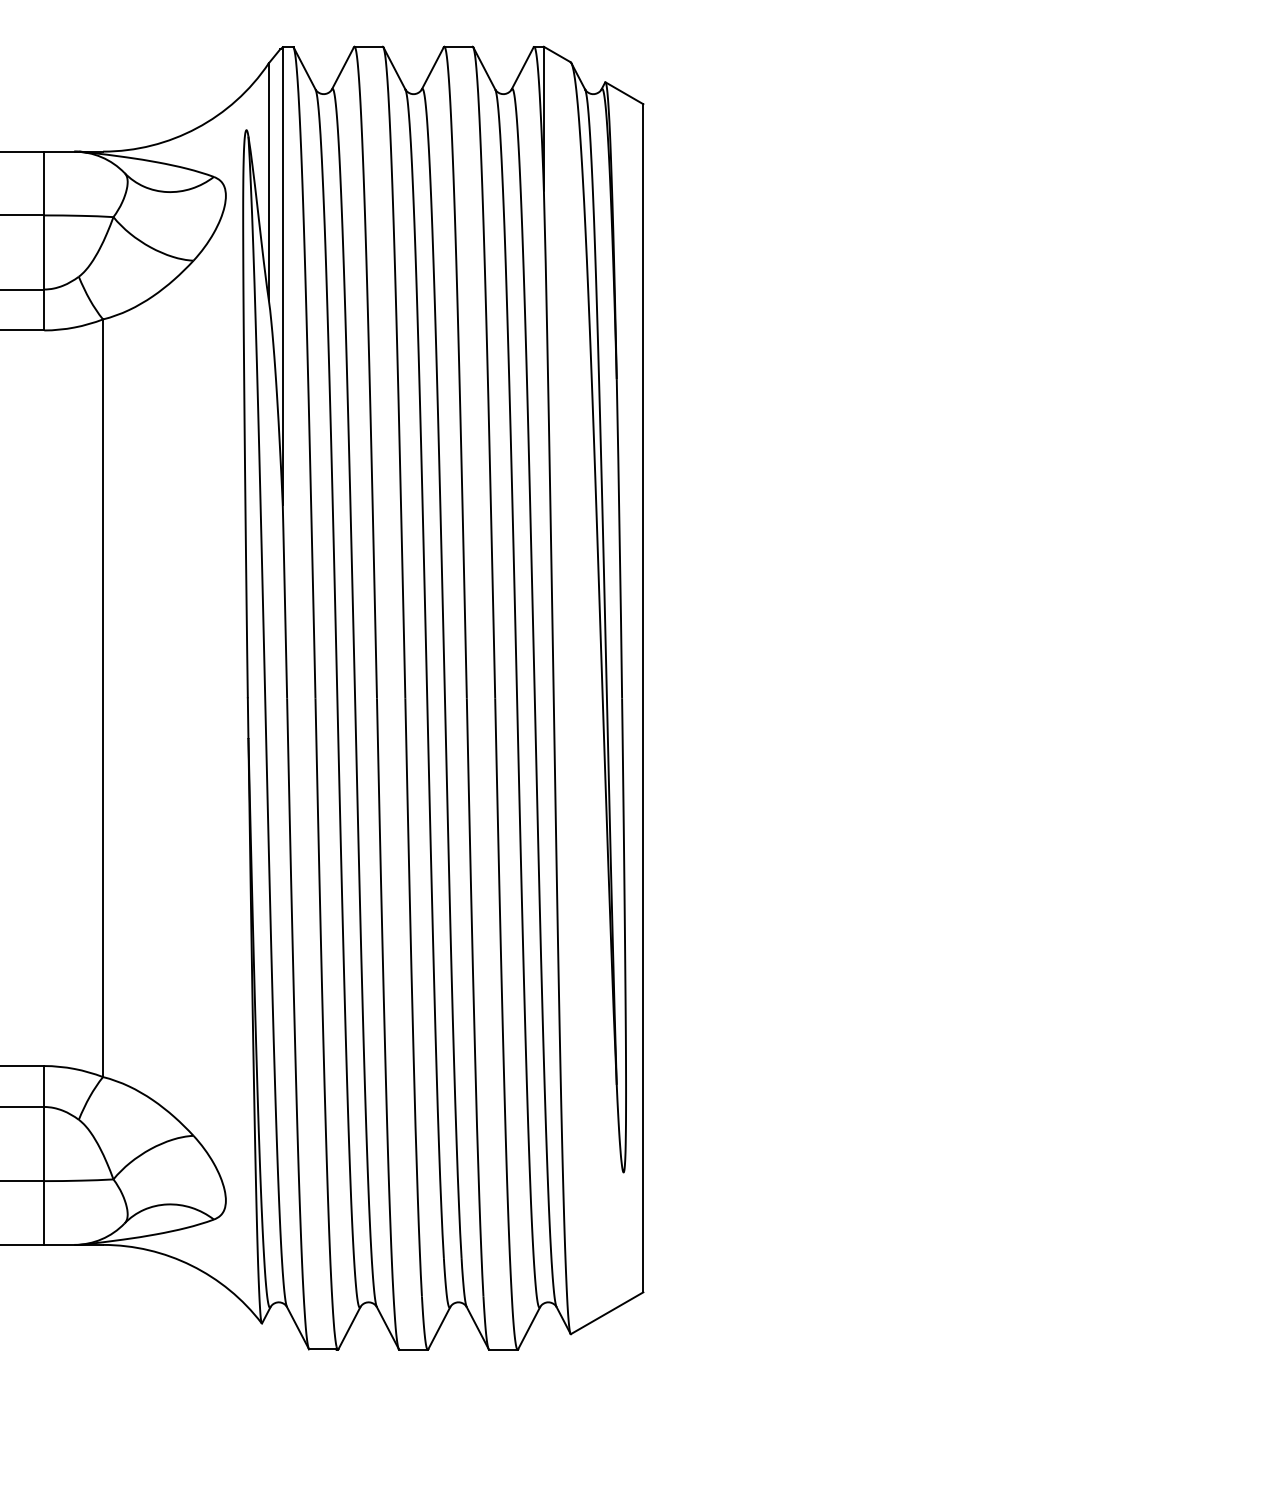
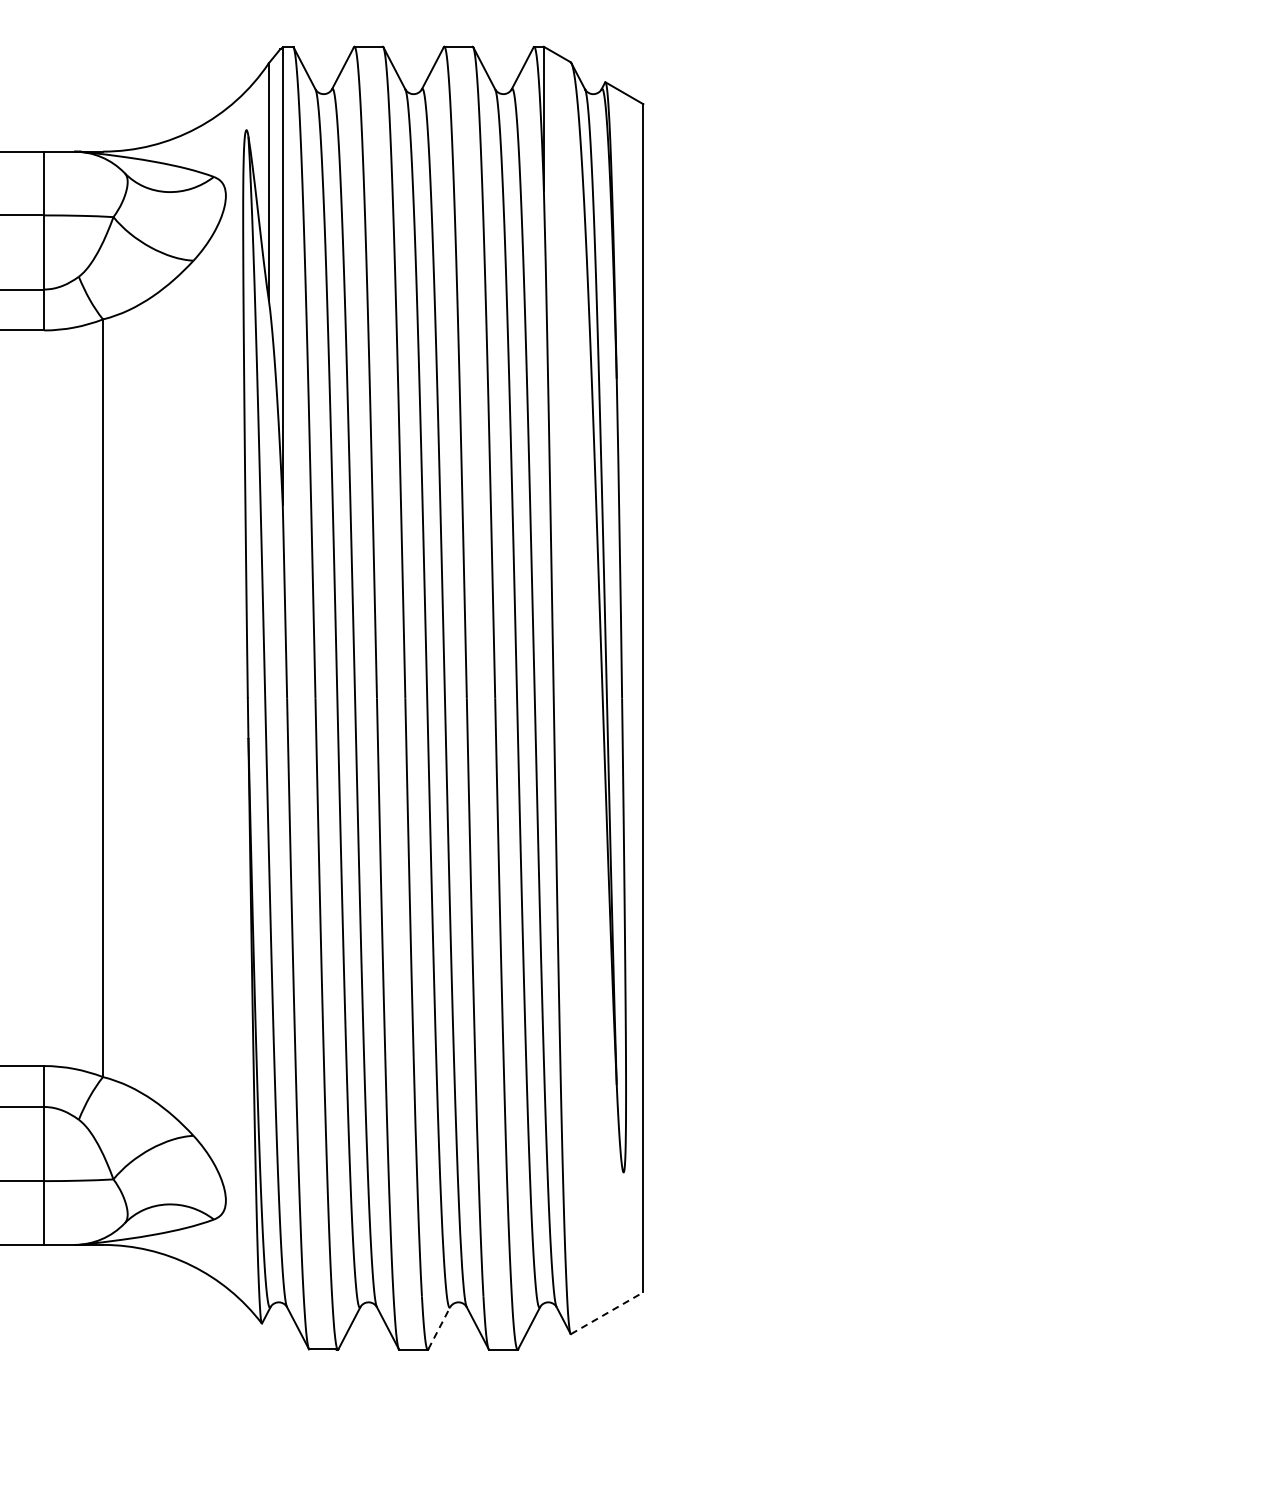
line at (607, 1313): solid -> dashed
line at (439, 1328): solid -> dashed
